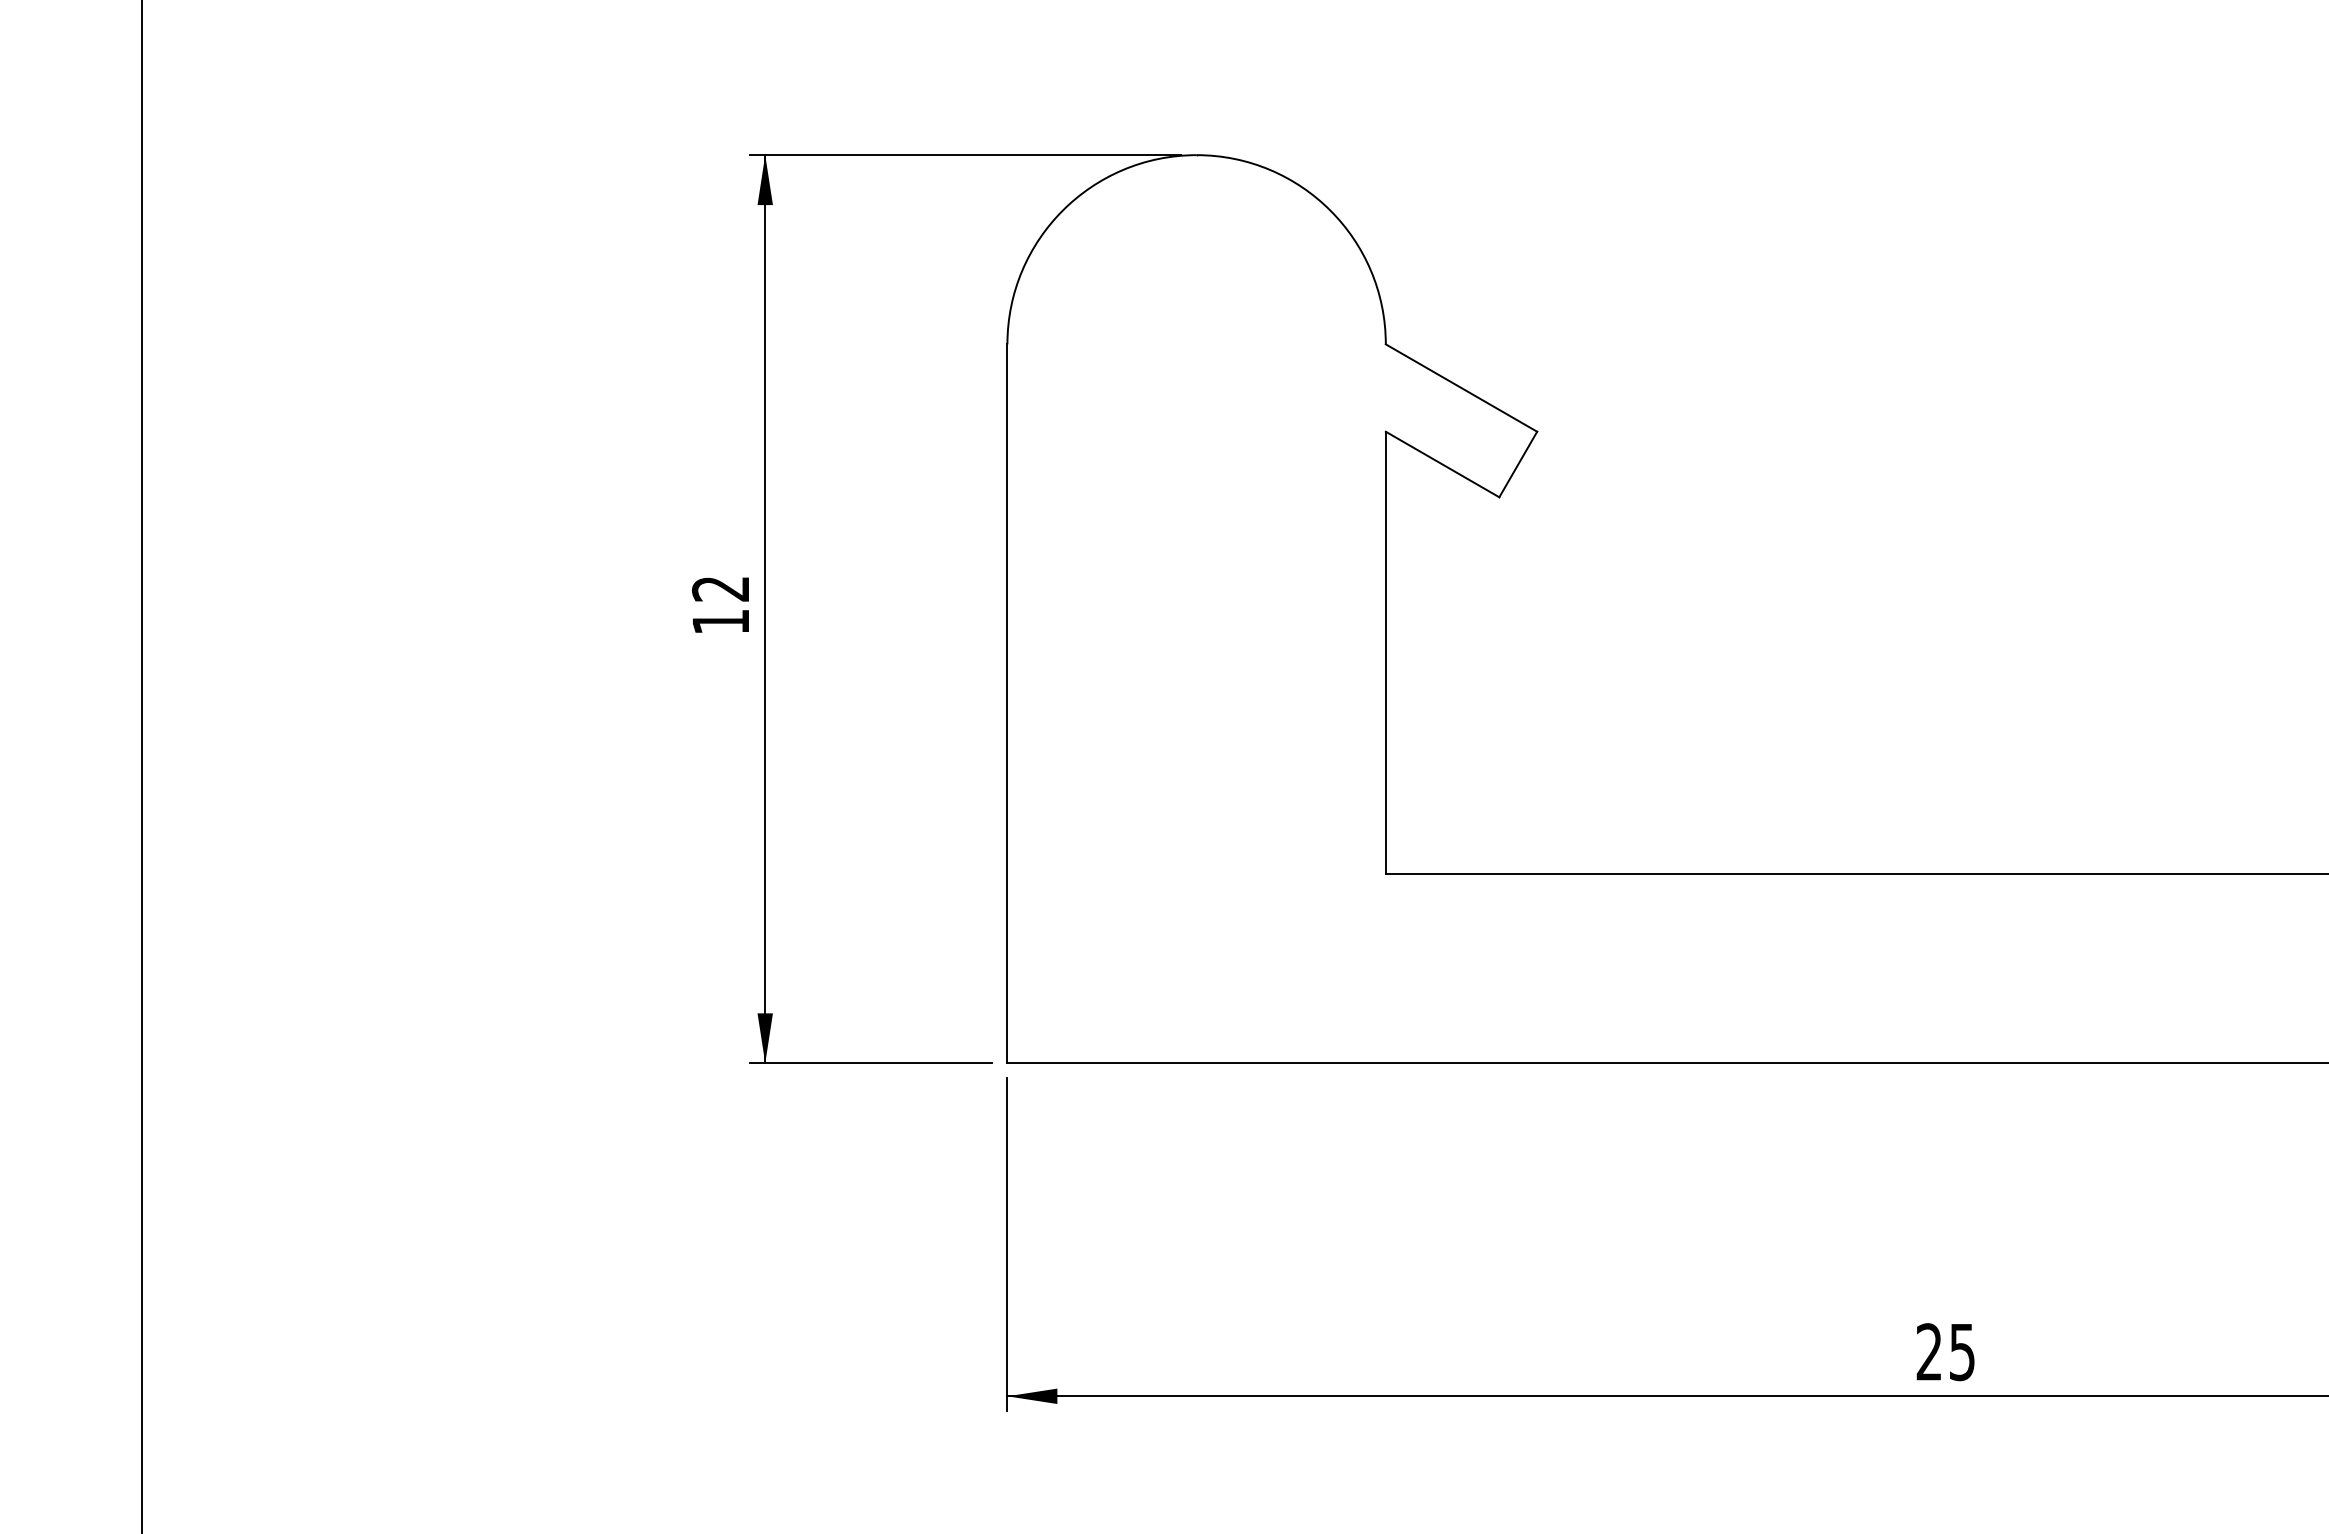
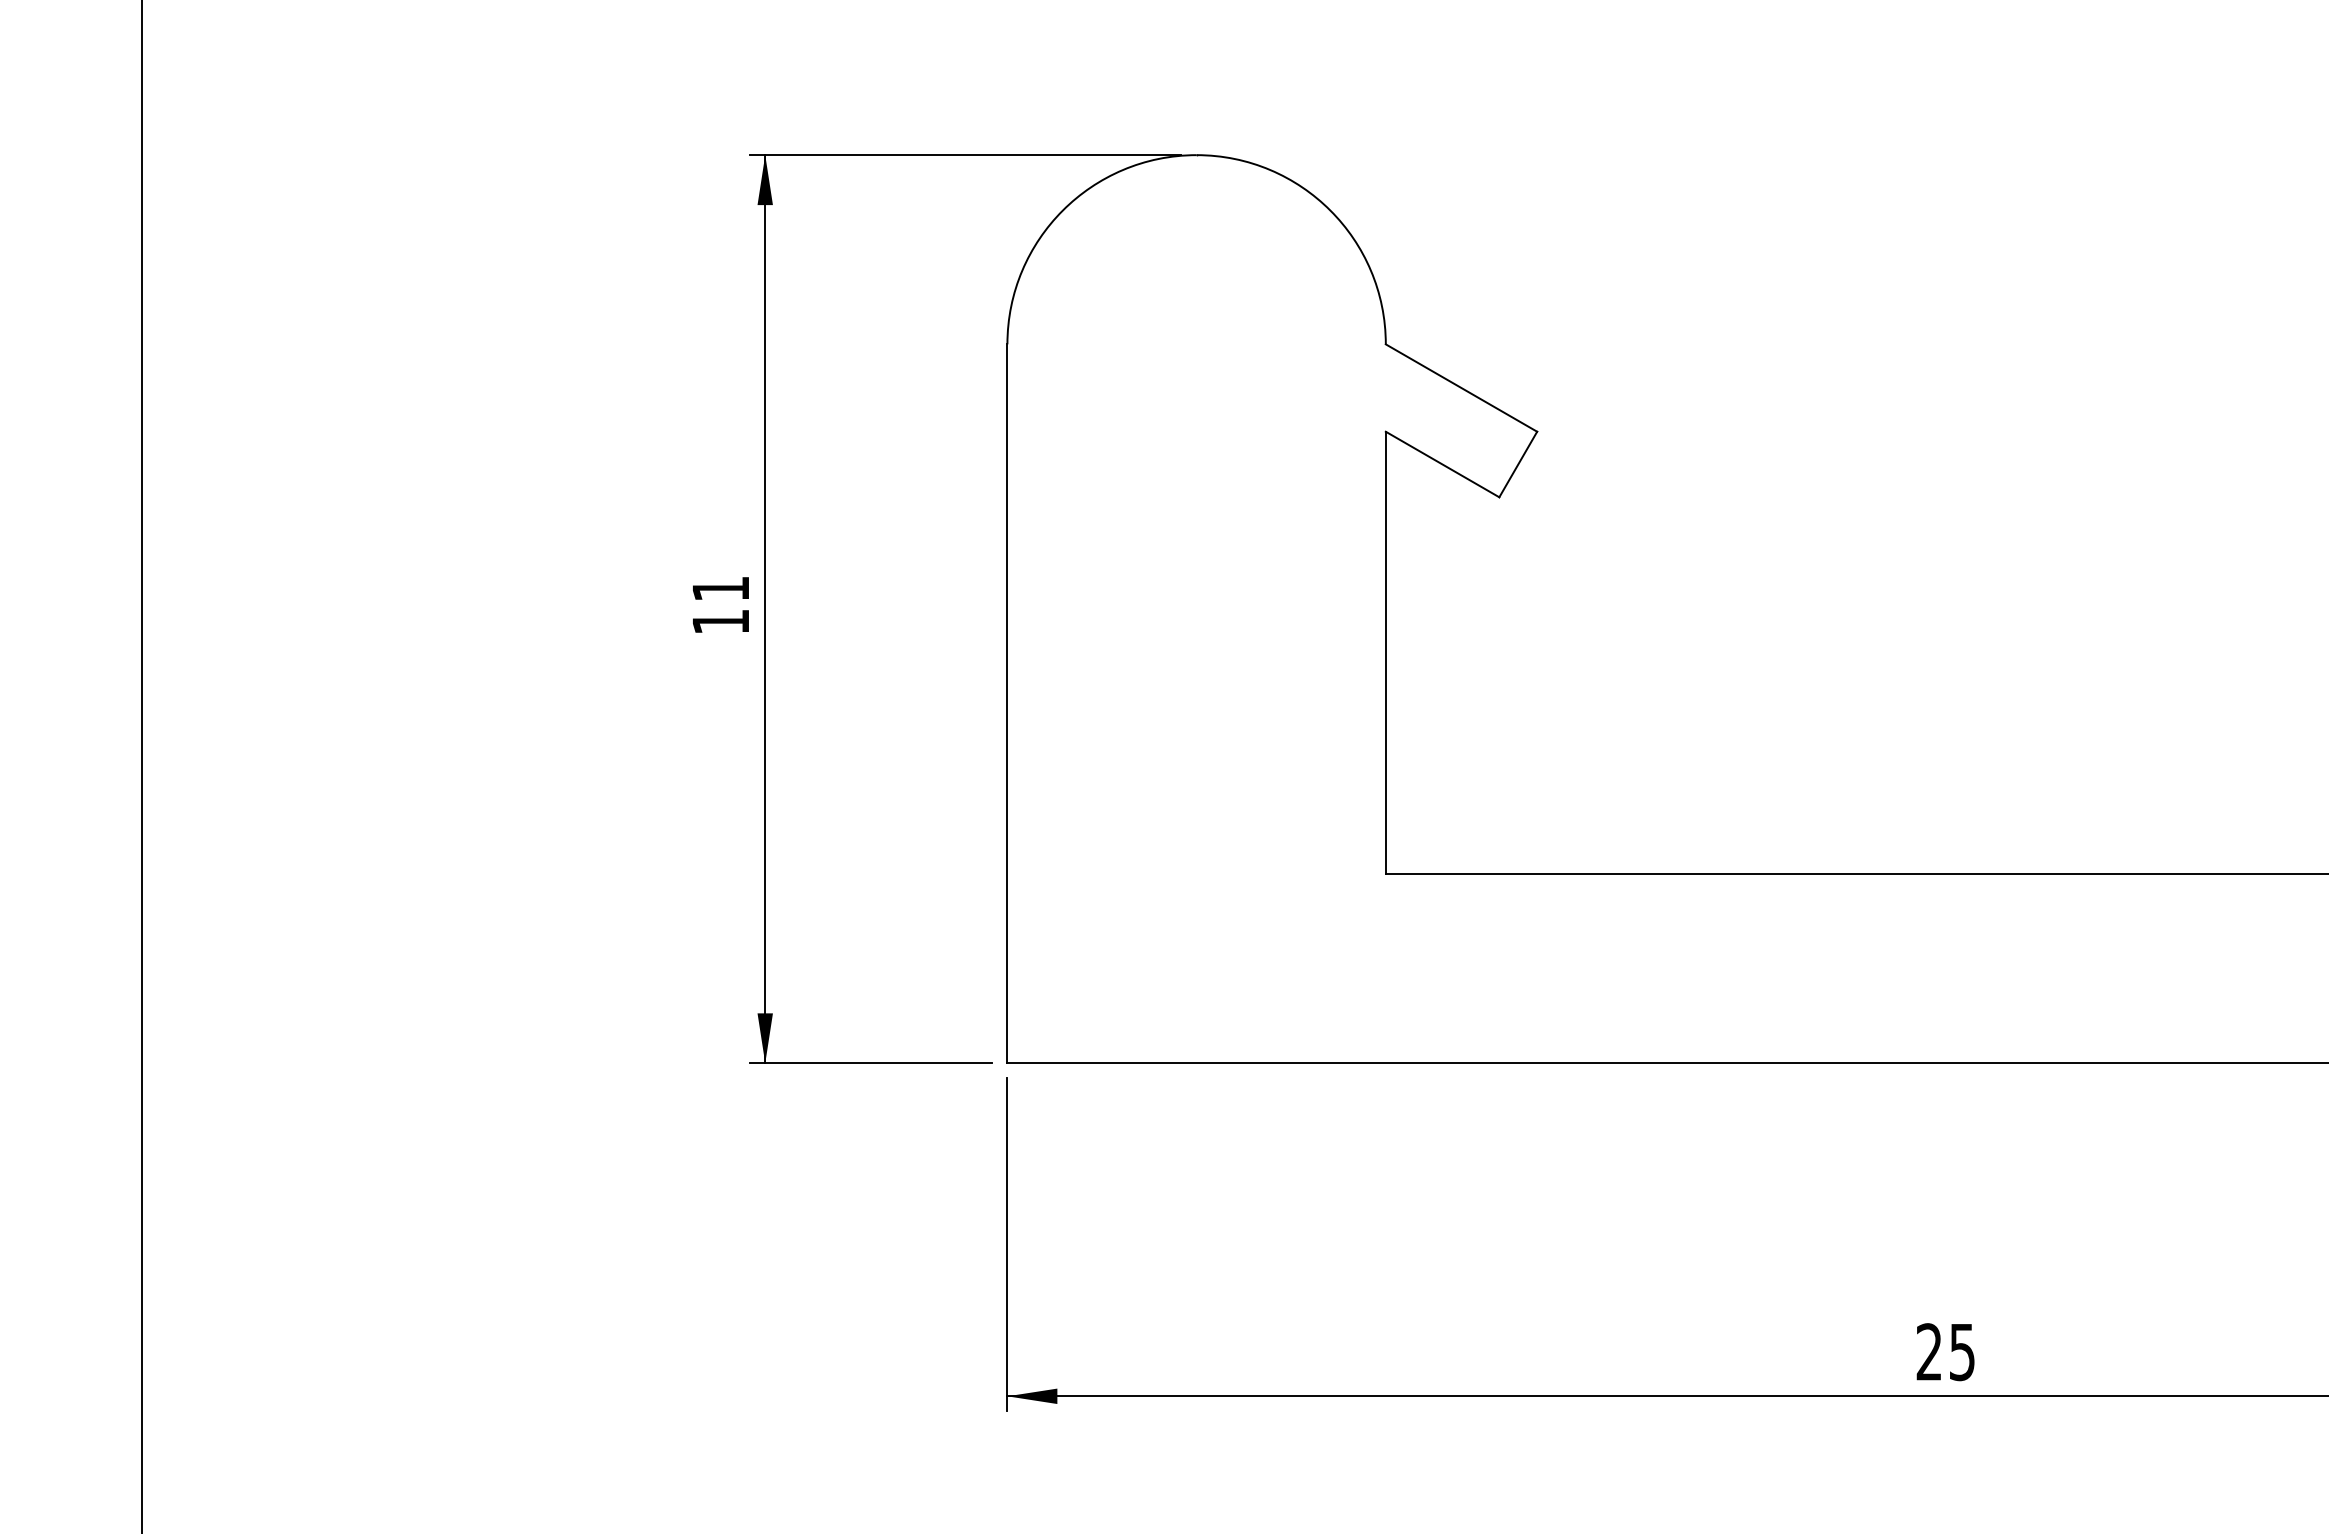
text at (720, 589): 12 -> 11
